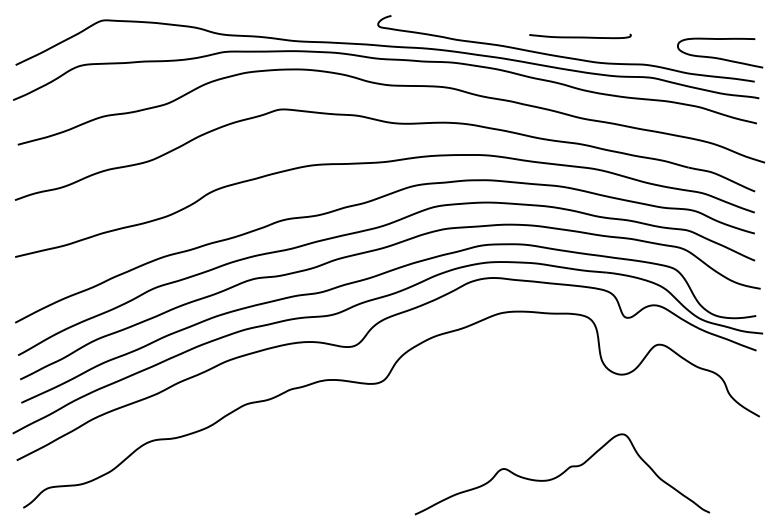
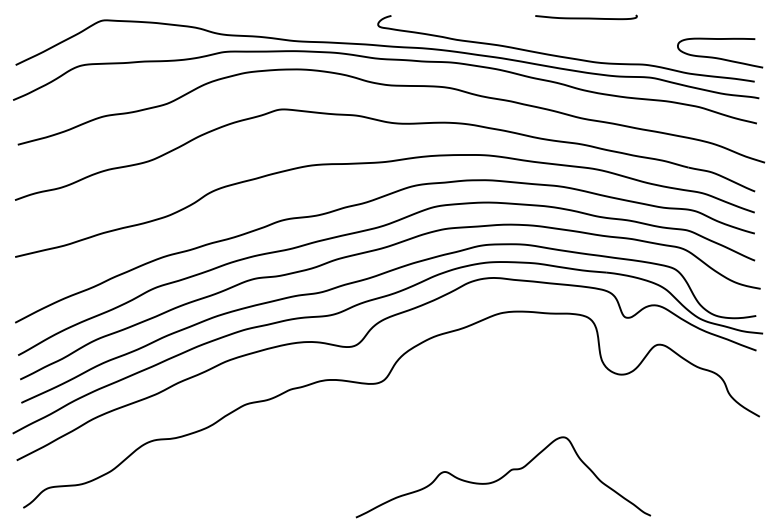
curve at (580, 36) position: (580, 36) -> (586, 17)
curve at (562, 474) position: (562, 474) -> (503, 477)
